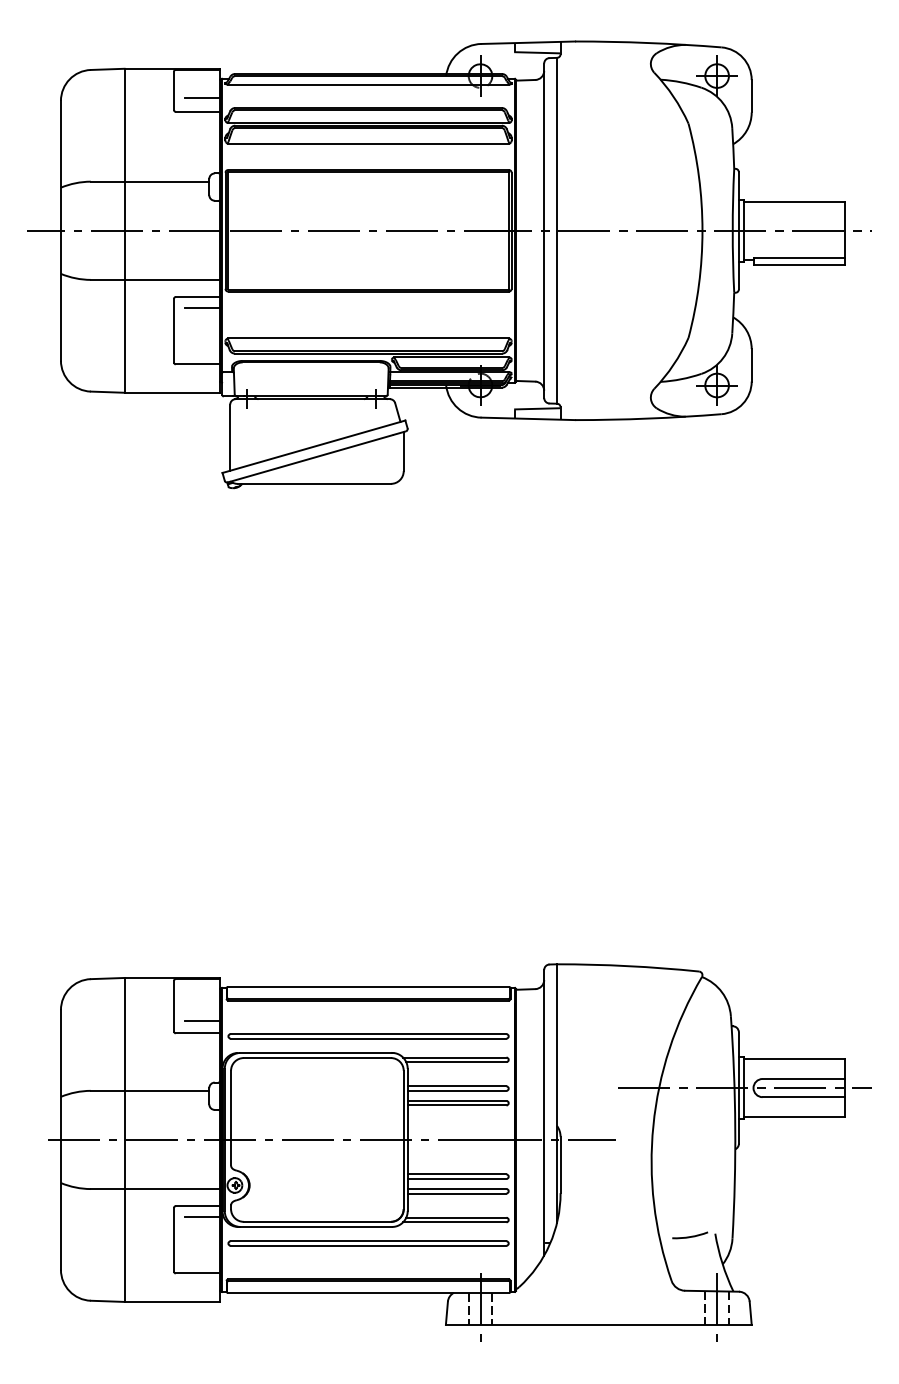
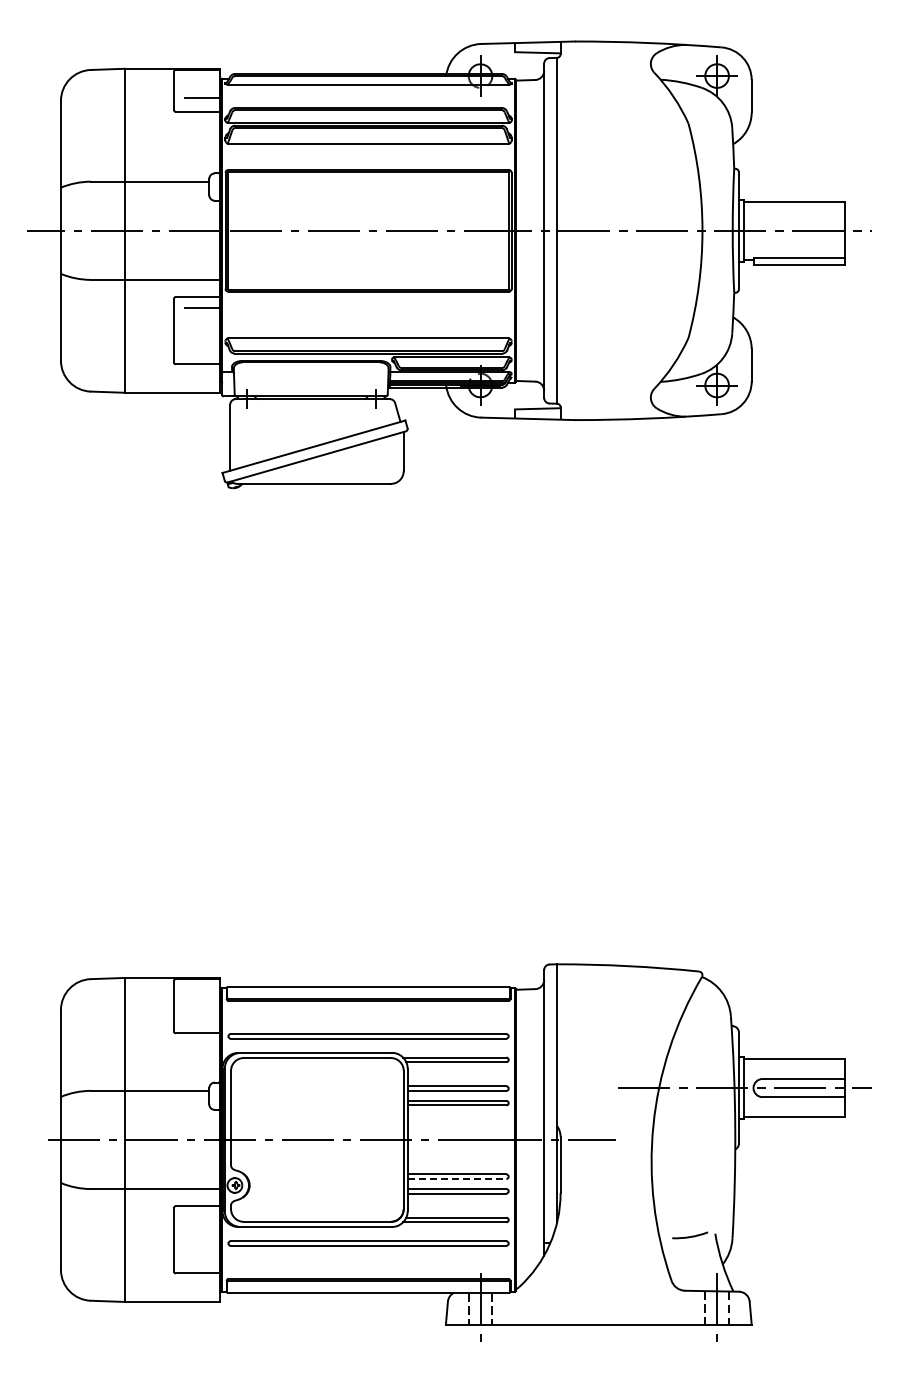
line at (202, 1020): present -> none
line at (457, 1178): solid -> dashed
line at (202, 1217): present -> none
